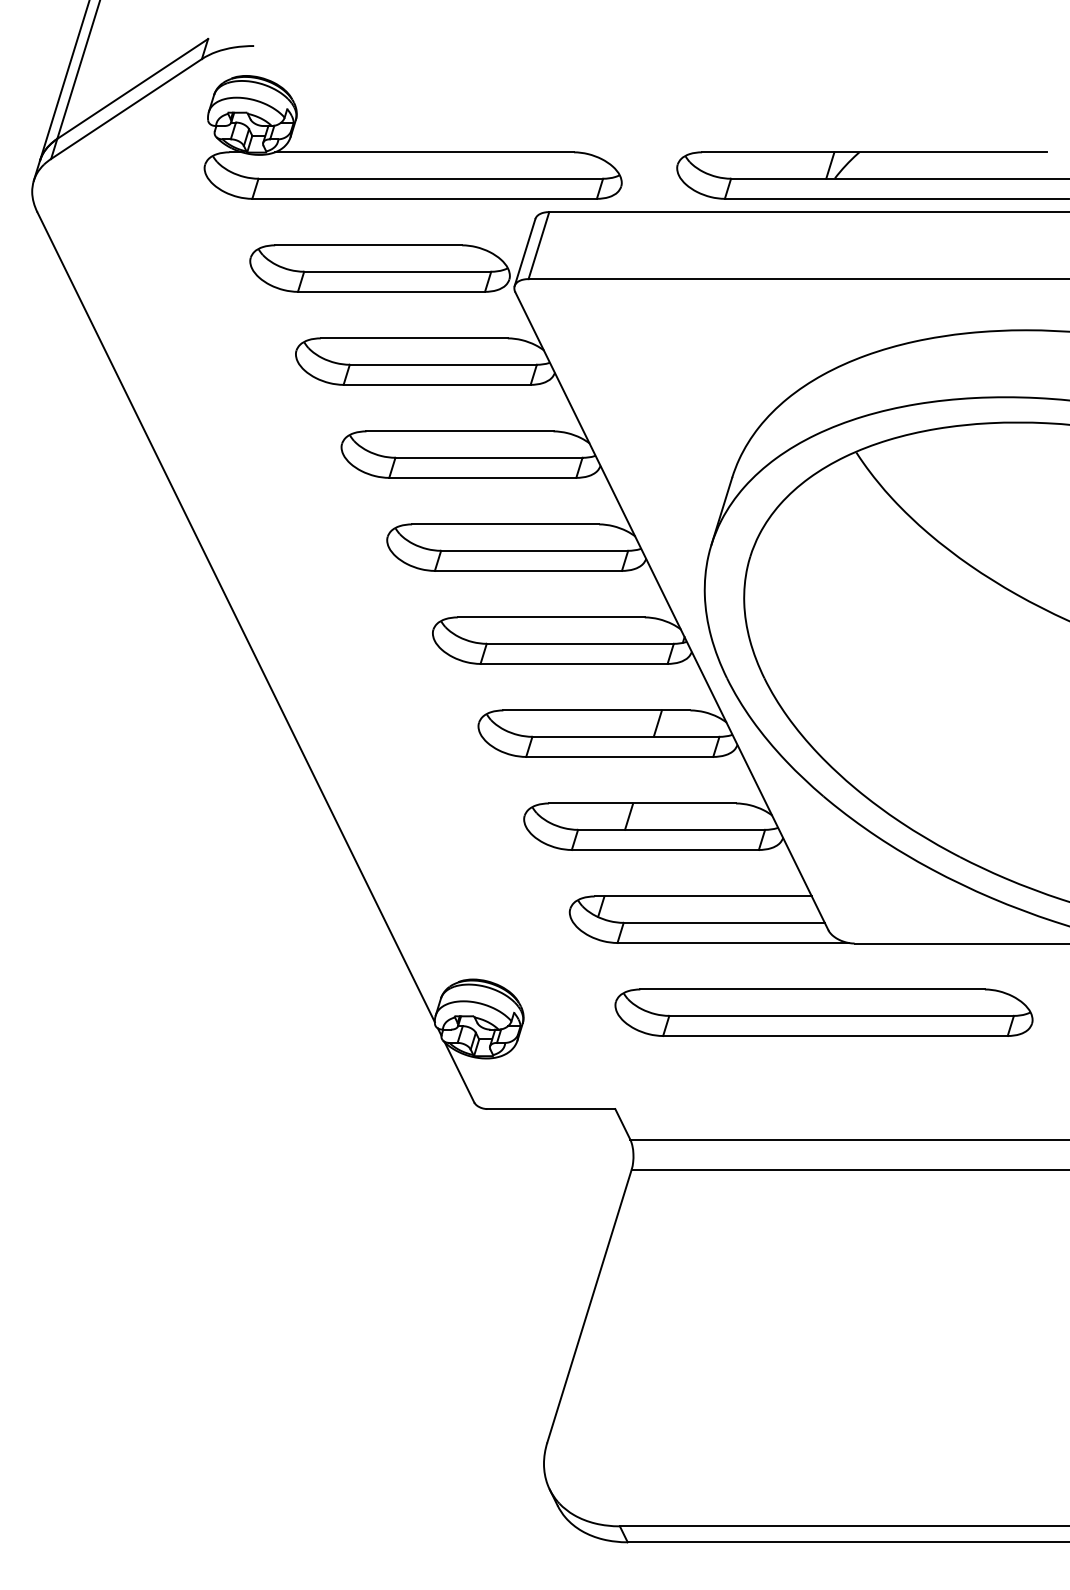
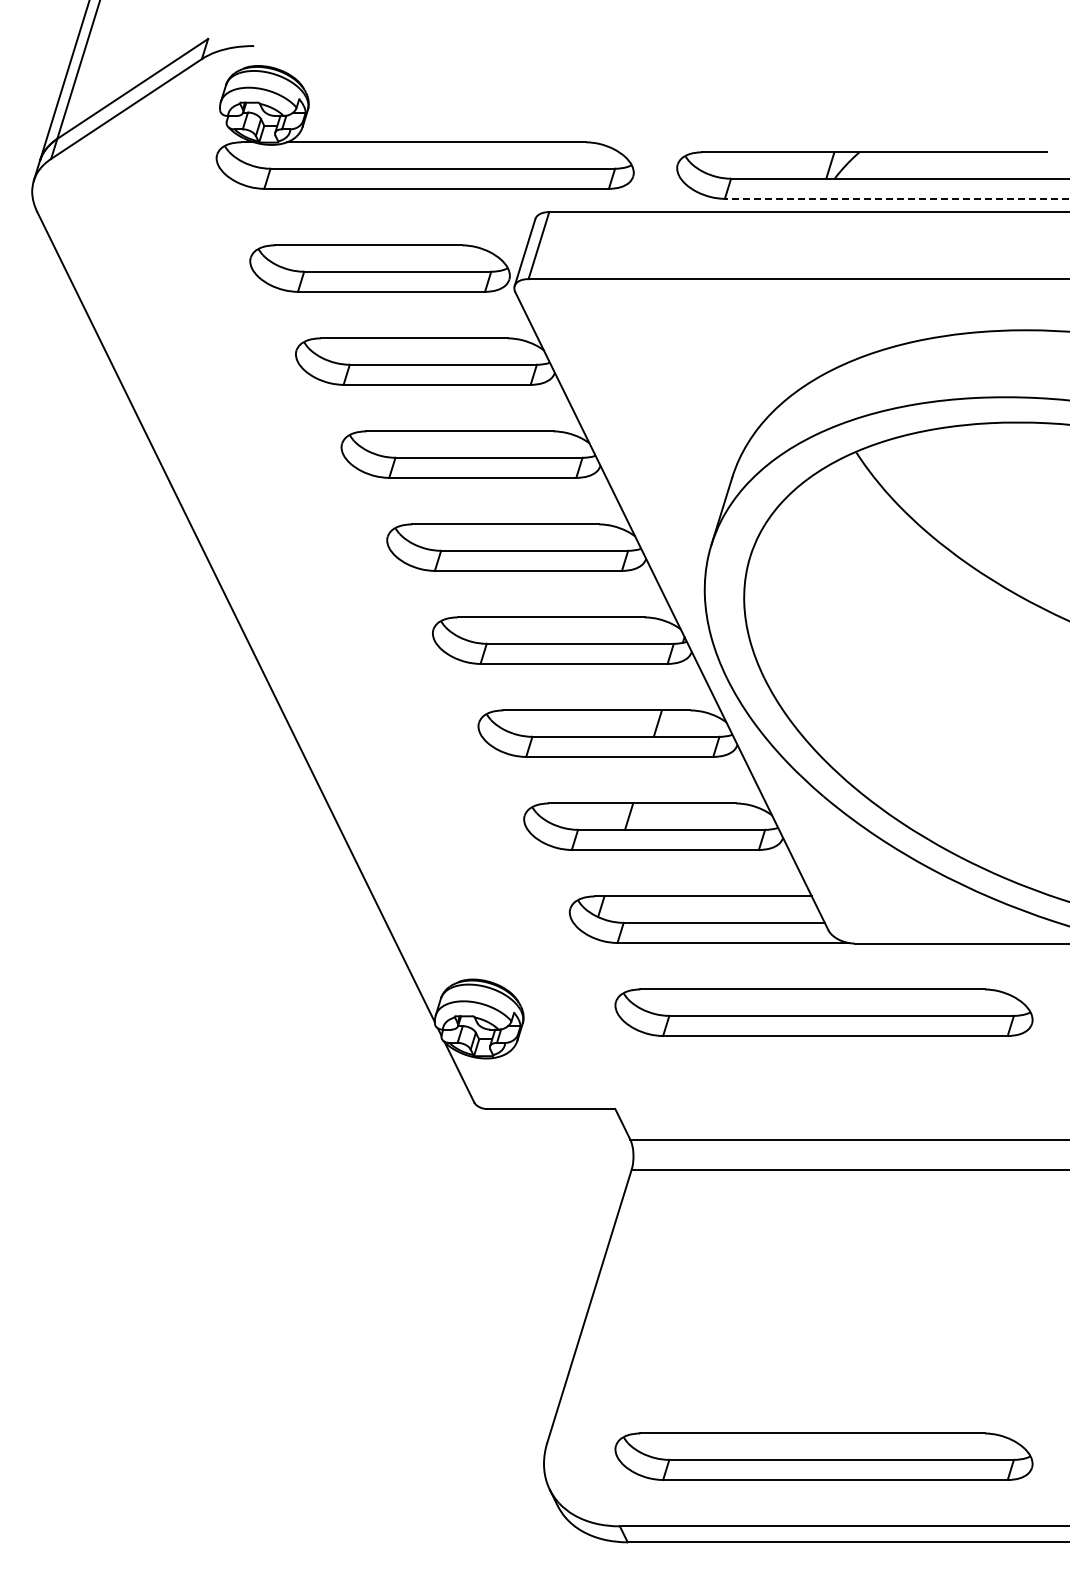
part at (412, 151) position: (412, 151) -> (424, 141)
line at (896, 198): solid -> dashed
part at (823, 1456): none -> present
